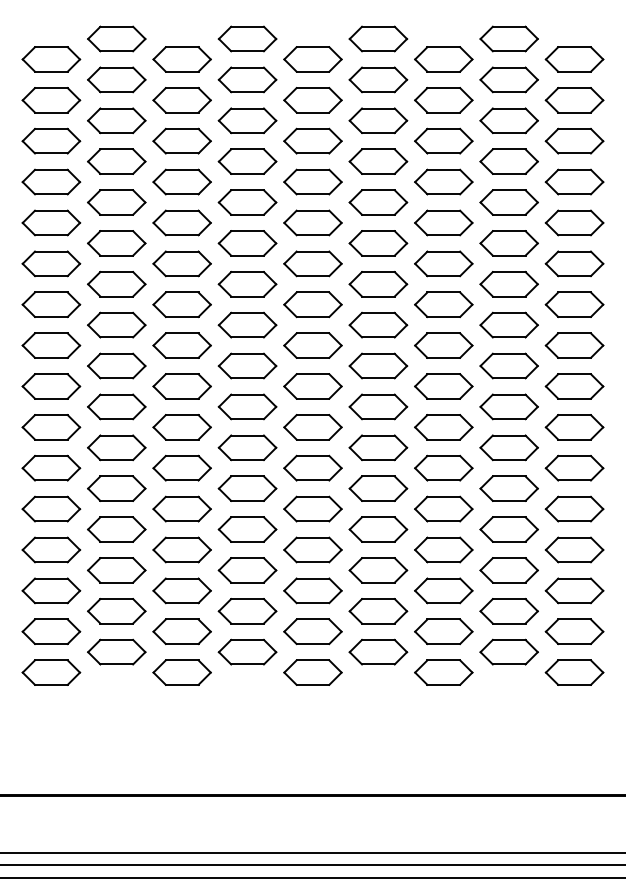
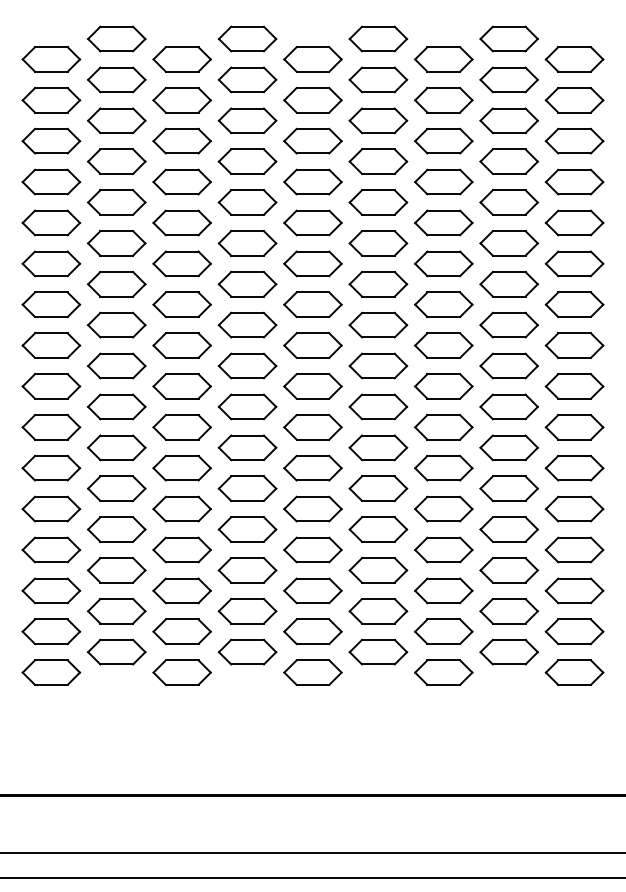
line at (312, 865): present -> none
